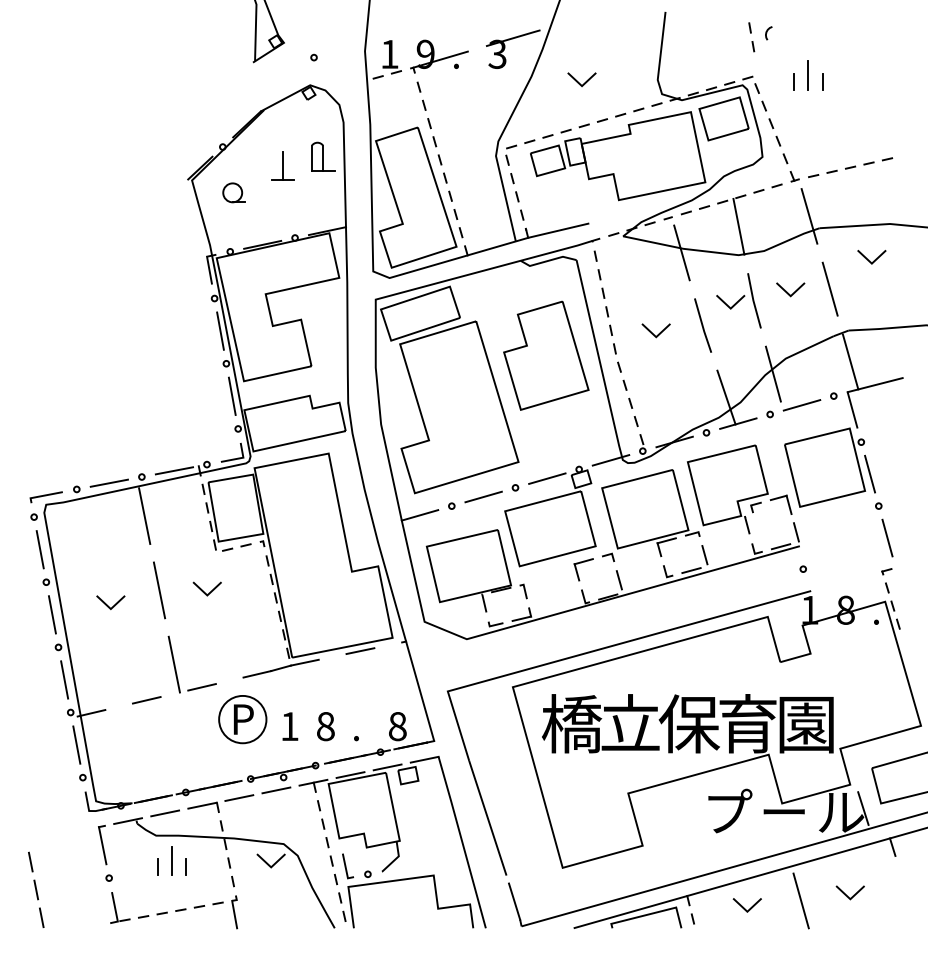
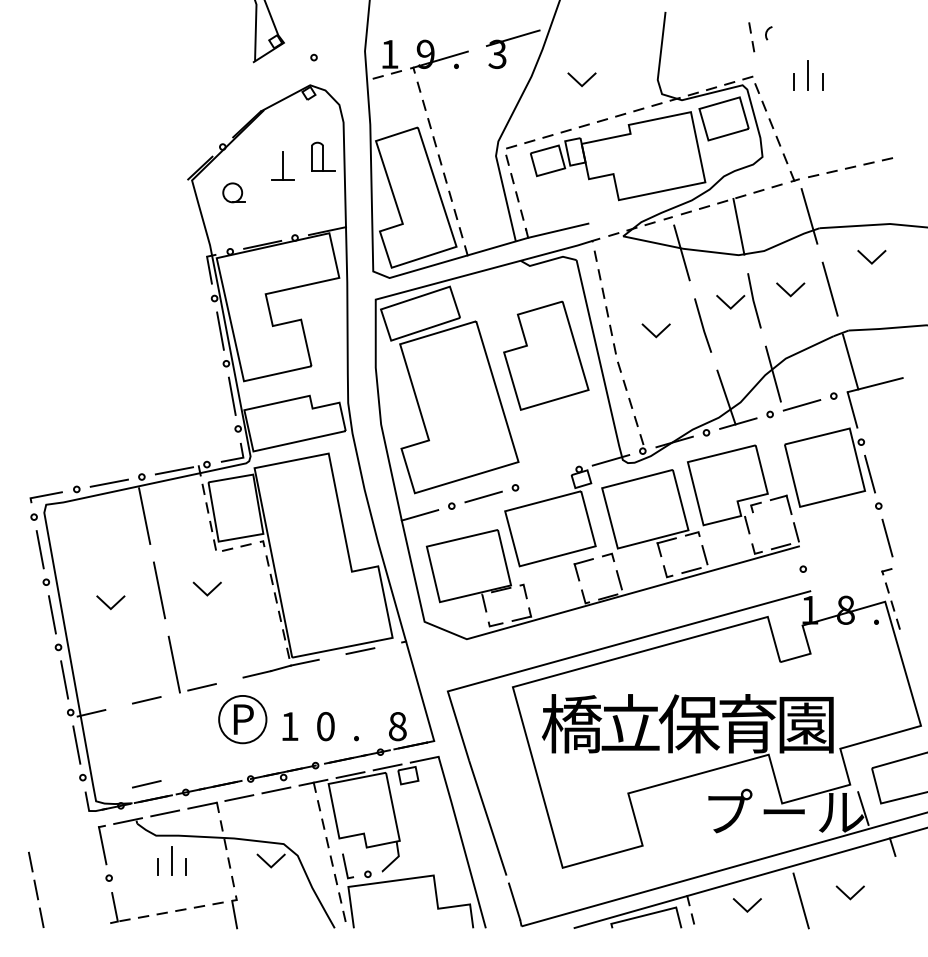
line at (547, 478): present -> none
text at (325, 726): 8 -> 0
line at (146, 784): none -> present
